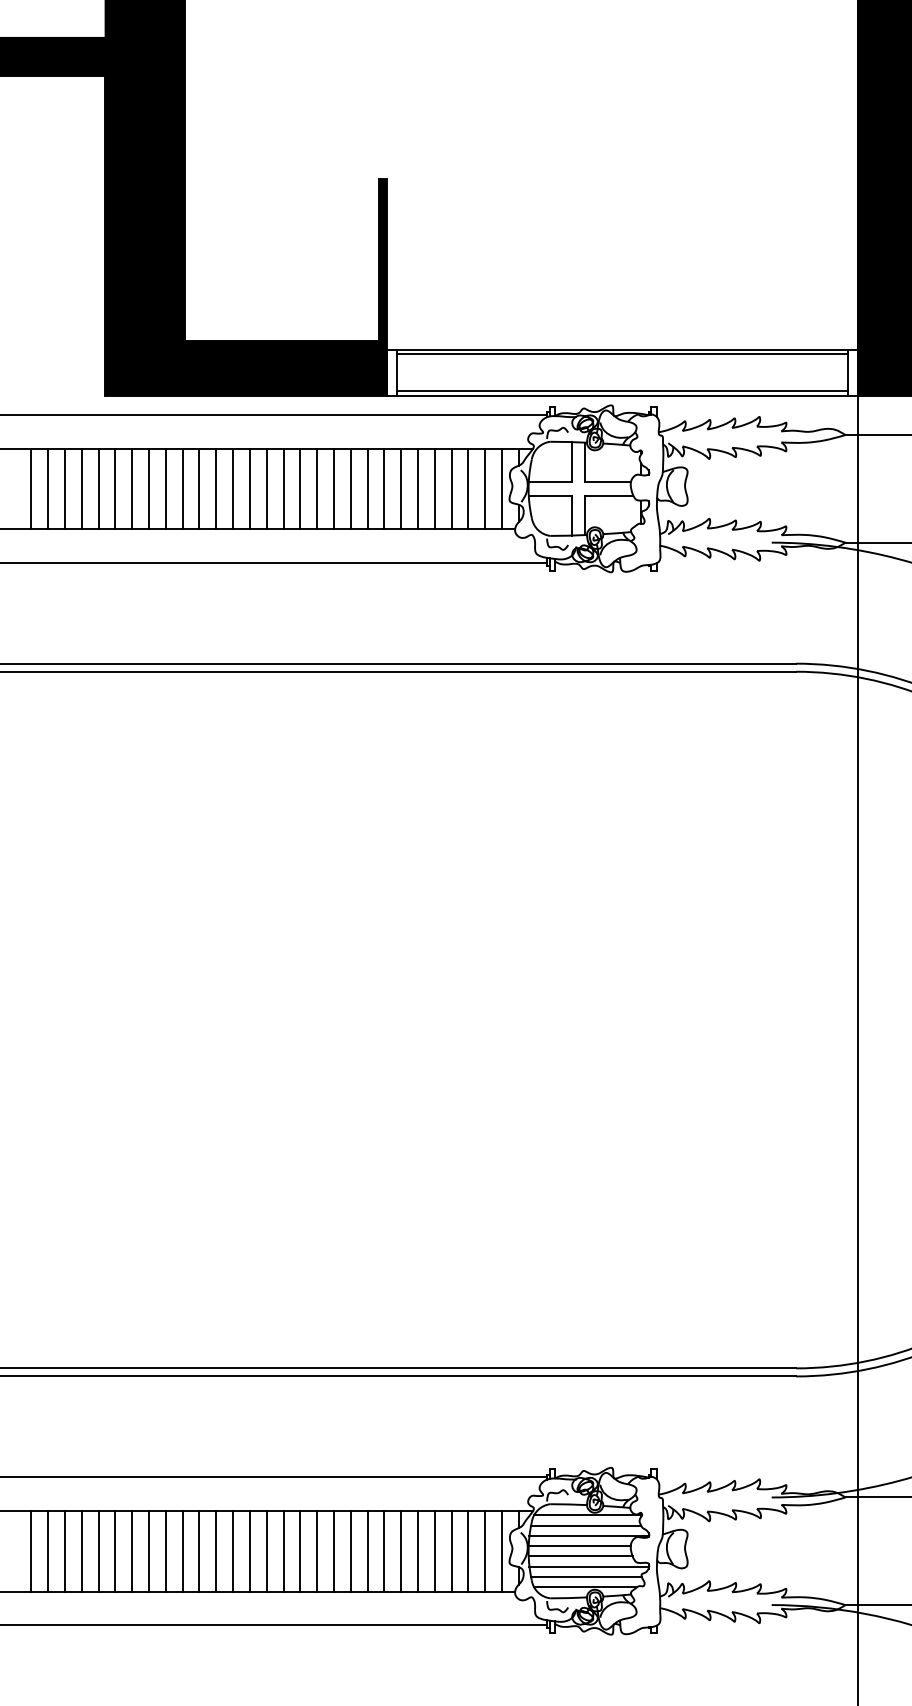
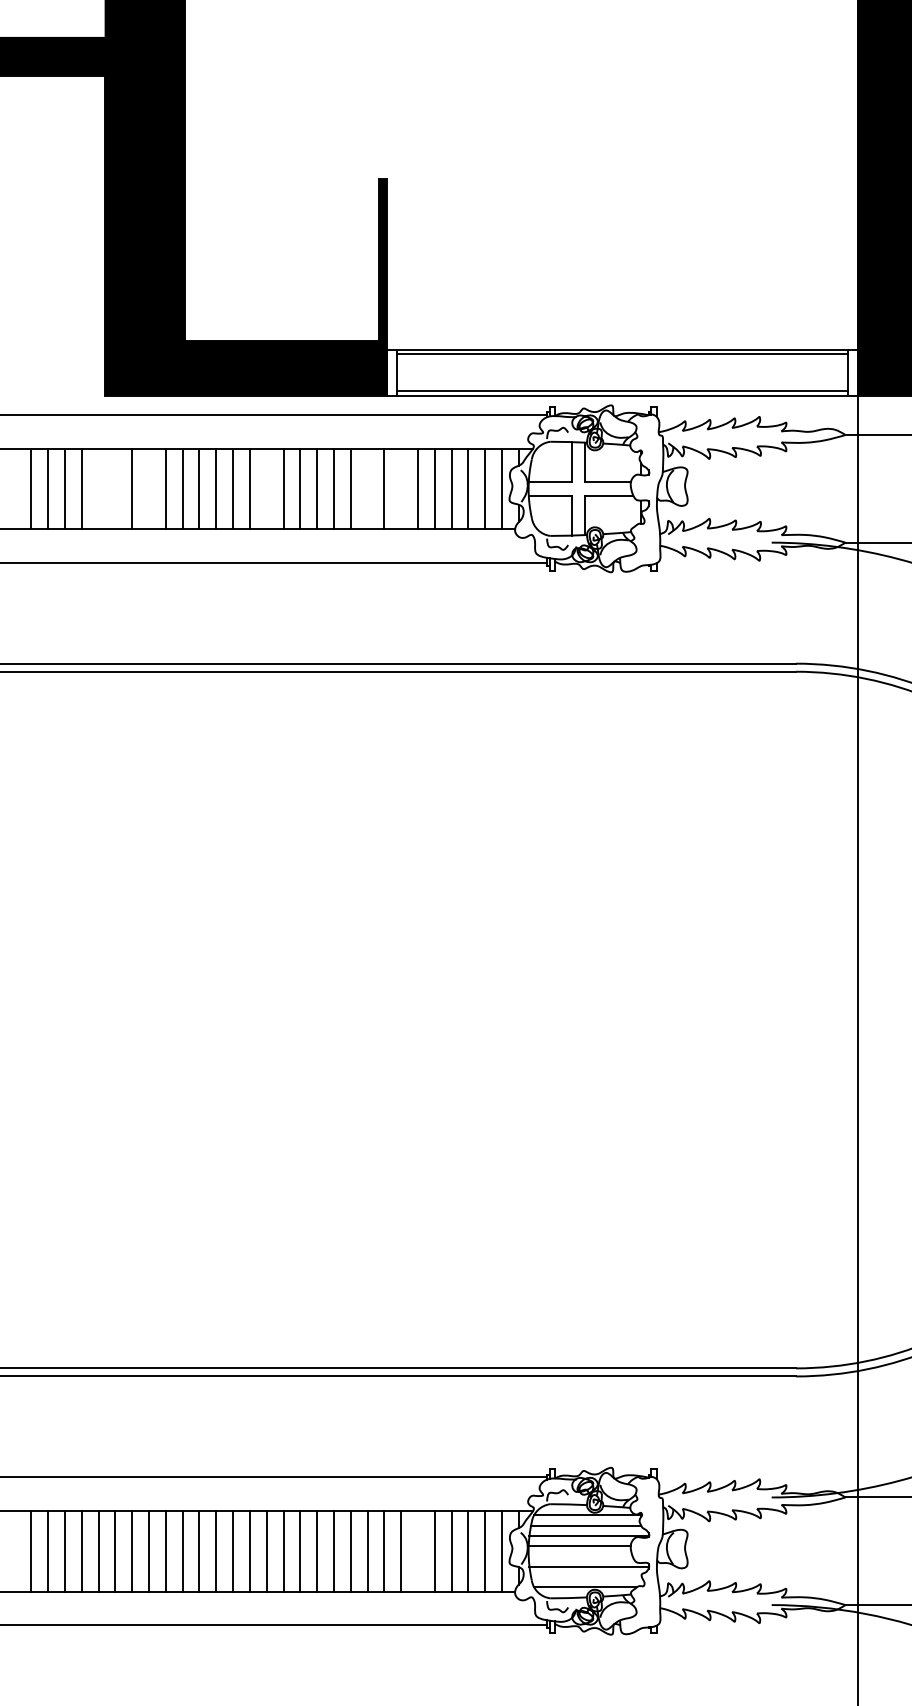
line at (98, 488): present -> none
line at (115, 488): present -> none
line at (149, 488): present -> none
line at (266, 488): present -> none
line at (367, 488): present -> none
line at (401, 488): present -> none
line at (417, 1550): present -> none
line at (580, 1556): present -> none
line at (586, 1576): present -> none
